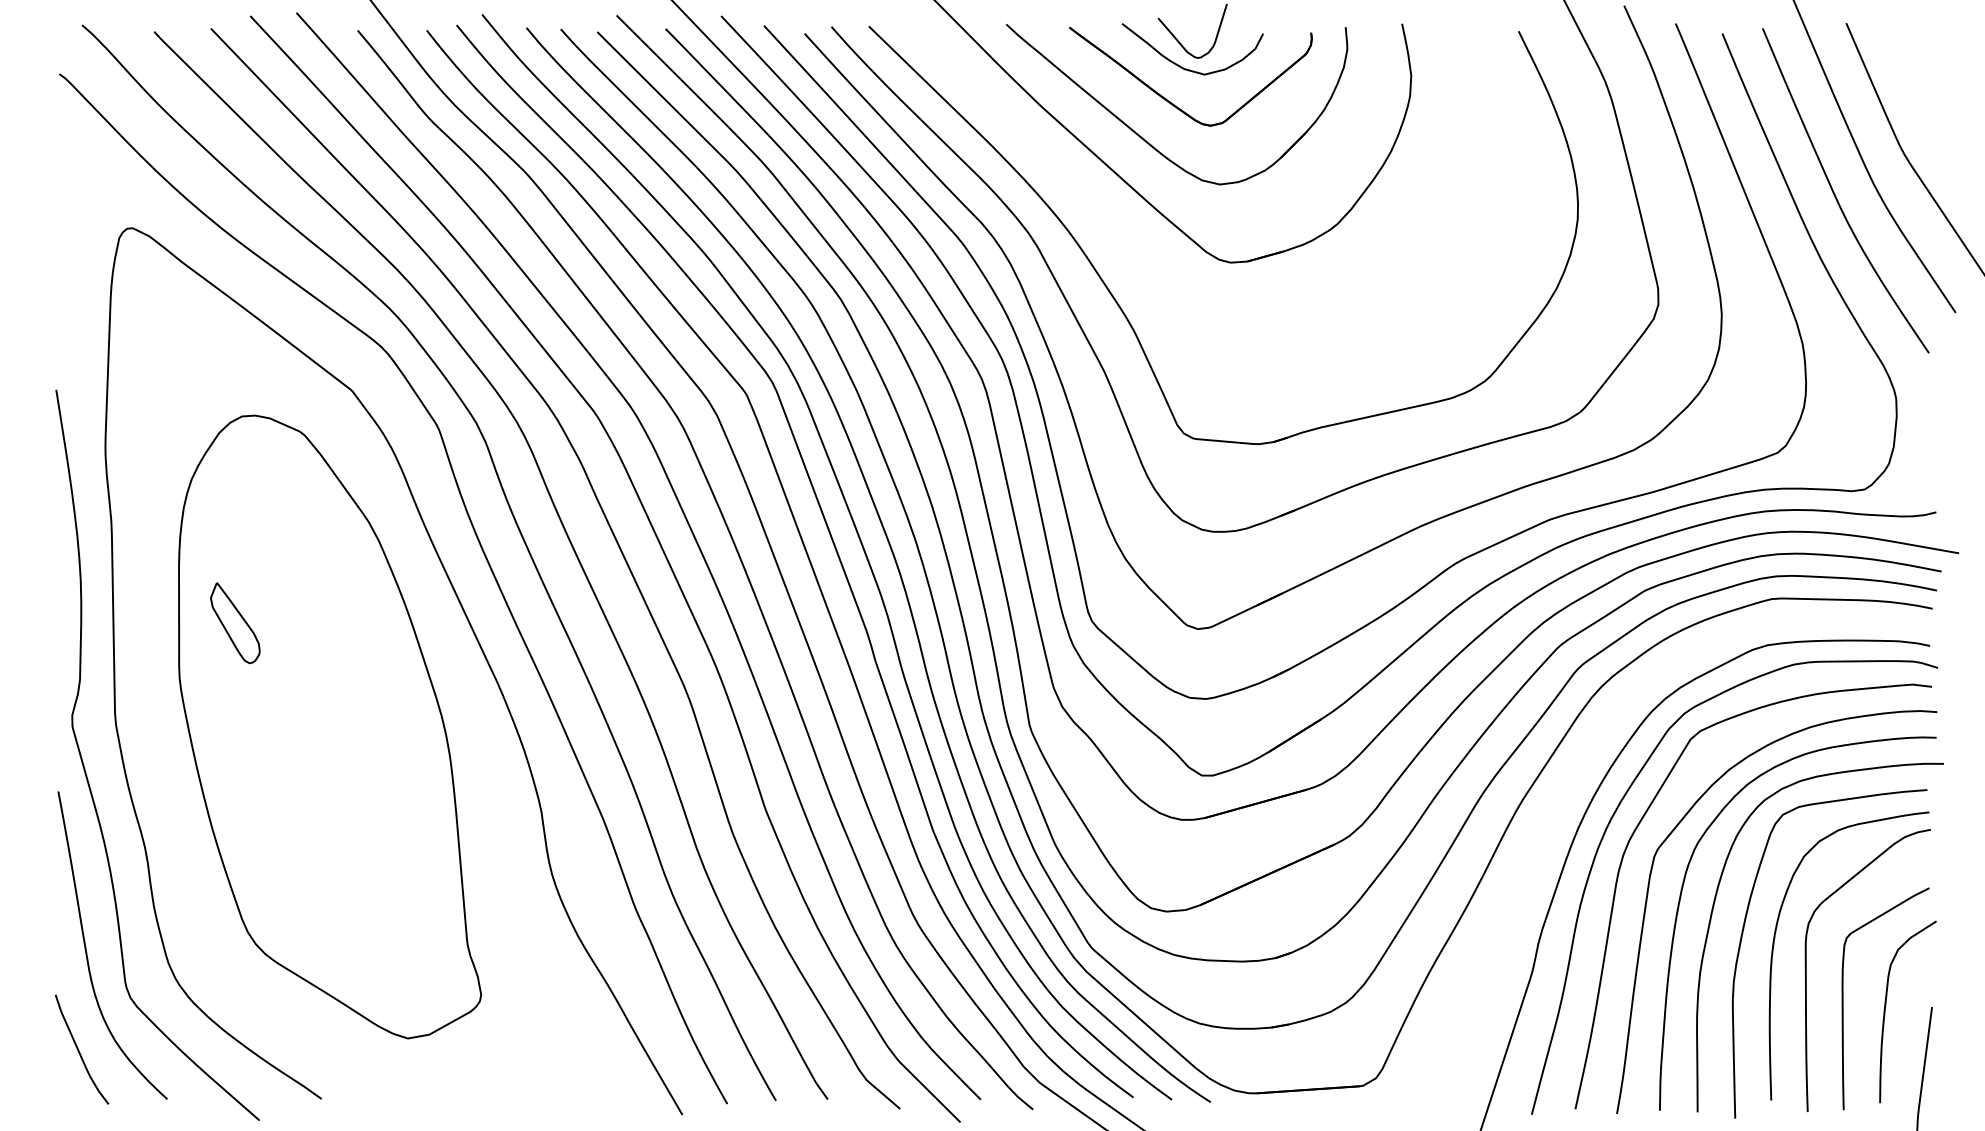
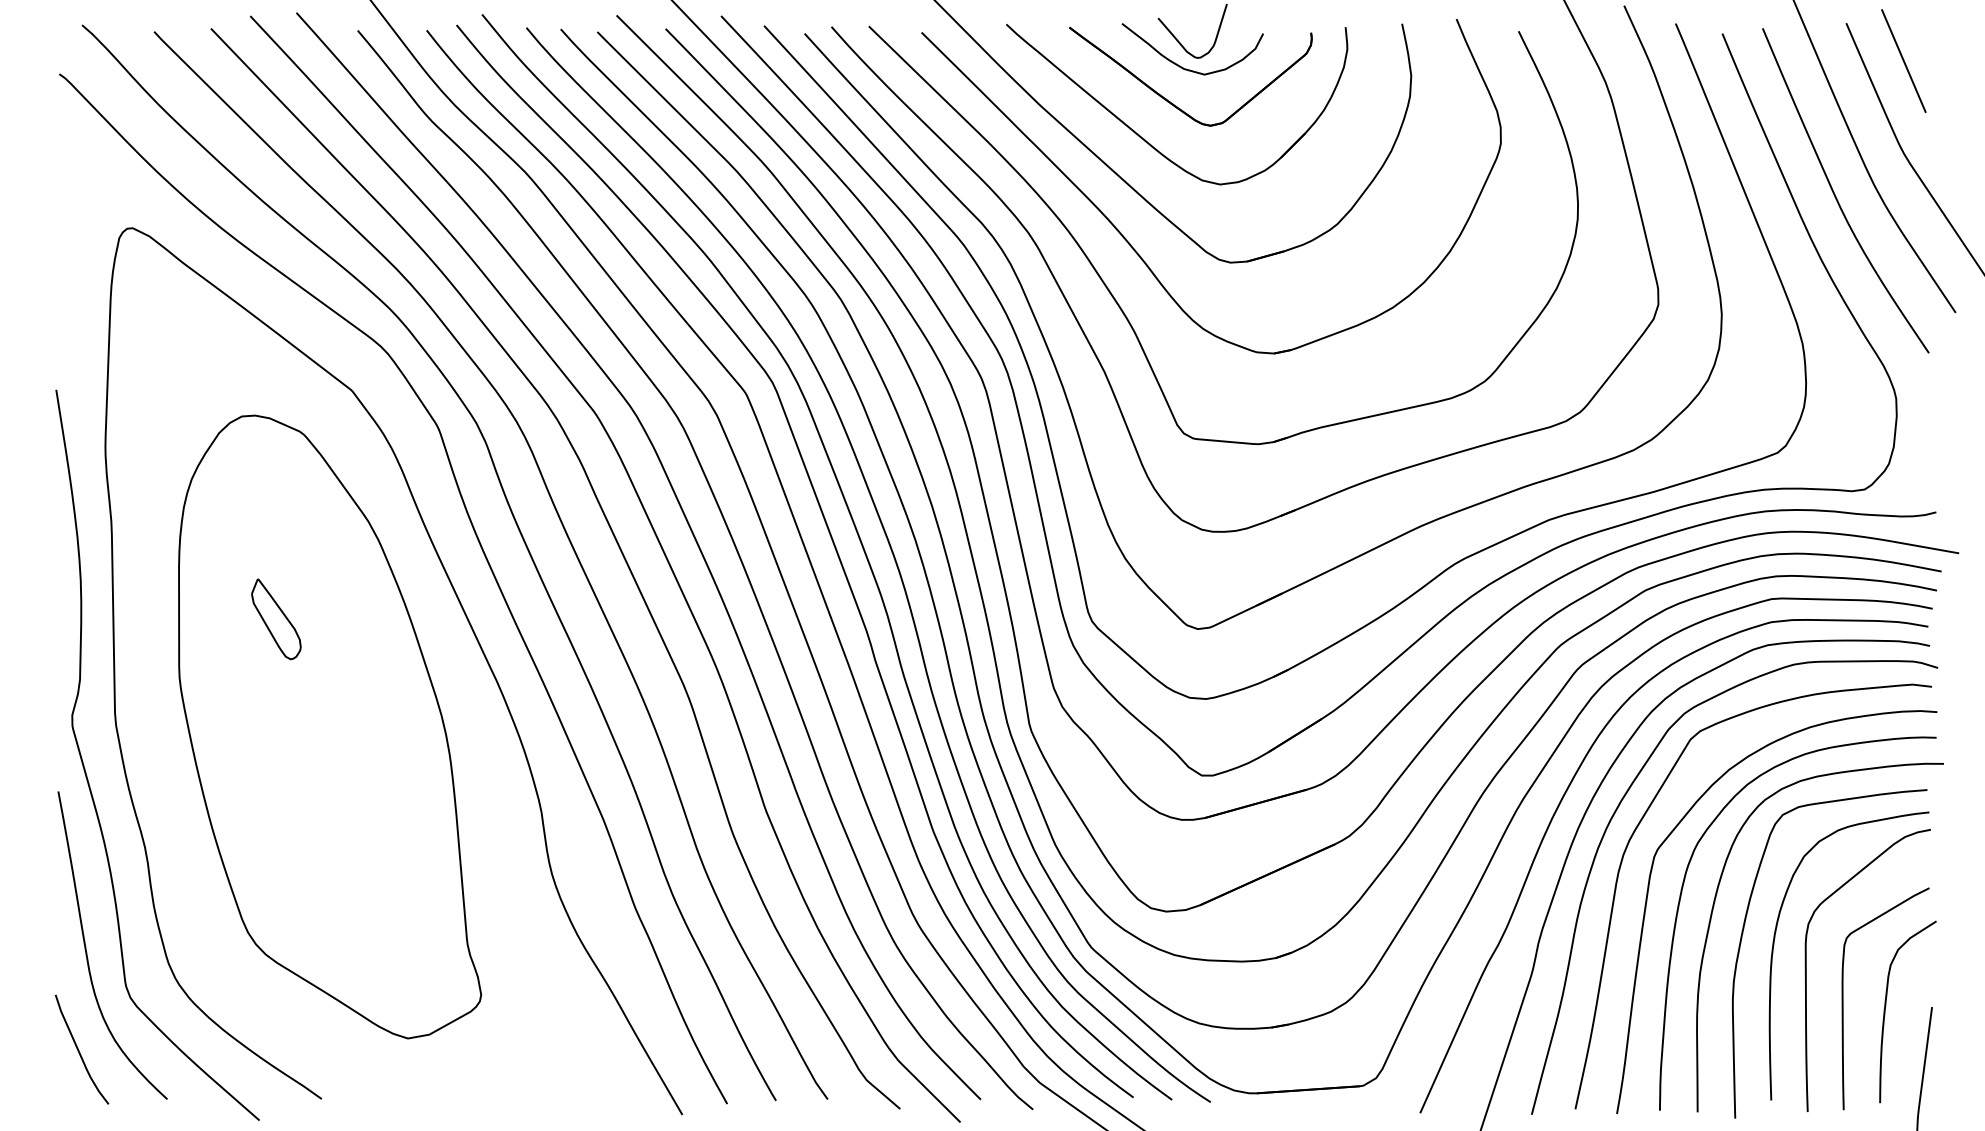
line at (1903, 60): none -> present
part at (1136, 250): none -> present
part at (235, 623) position: (235, 623) -> (276, 619)
curve at (1558, 808): none -> present
